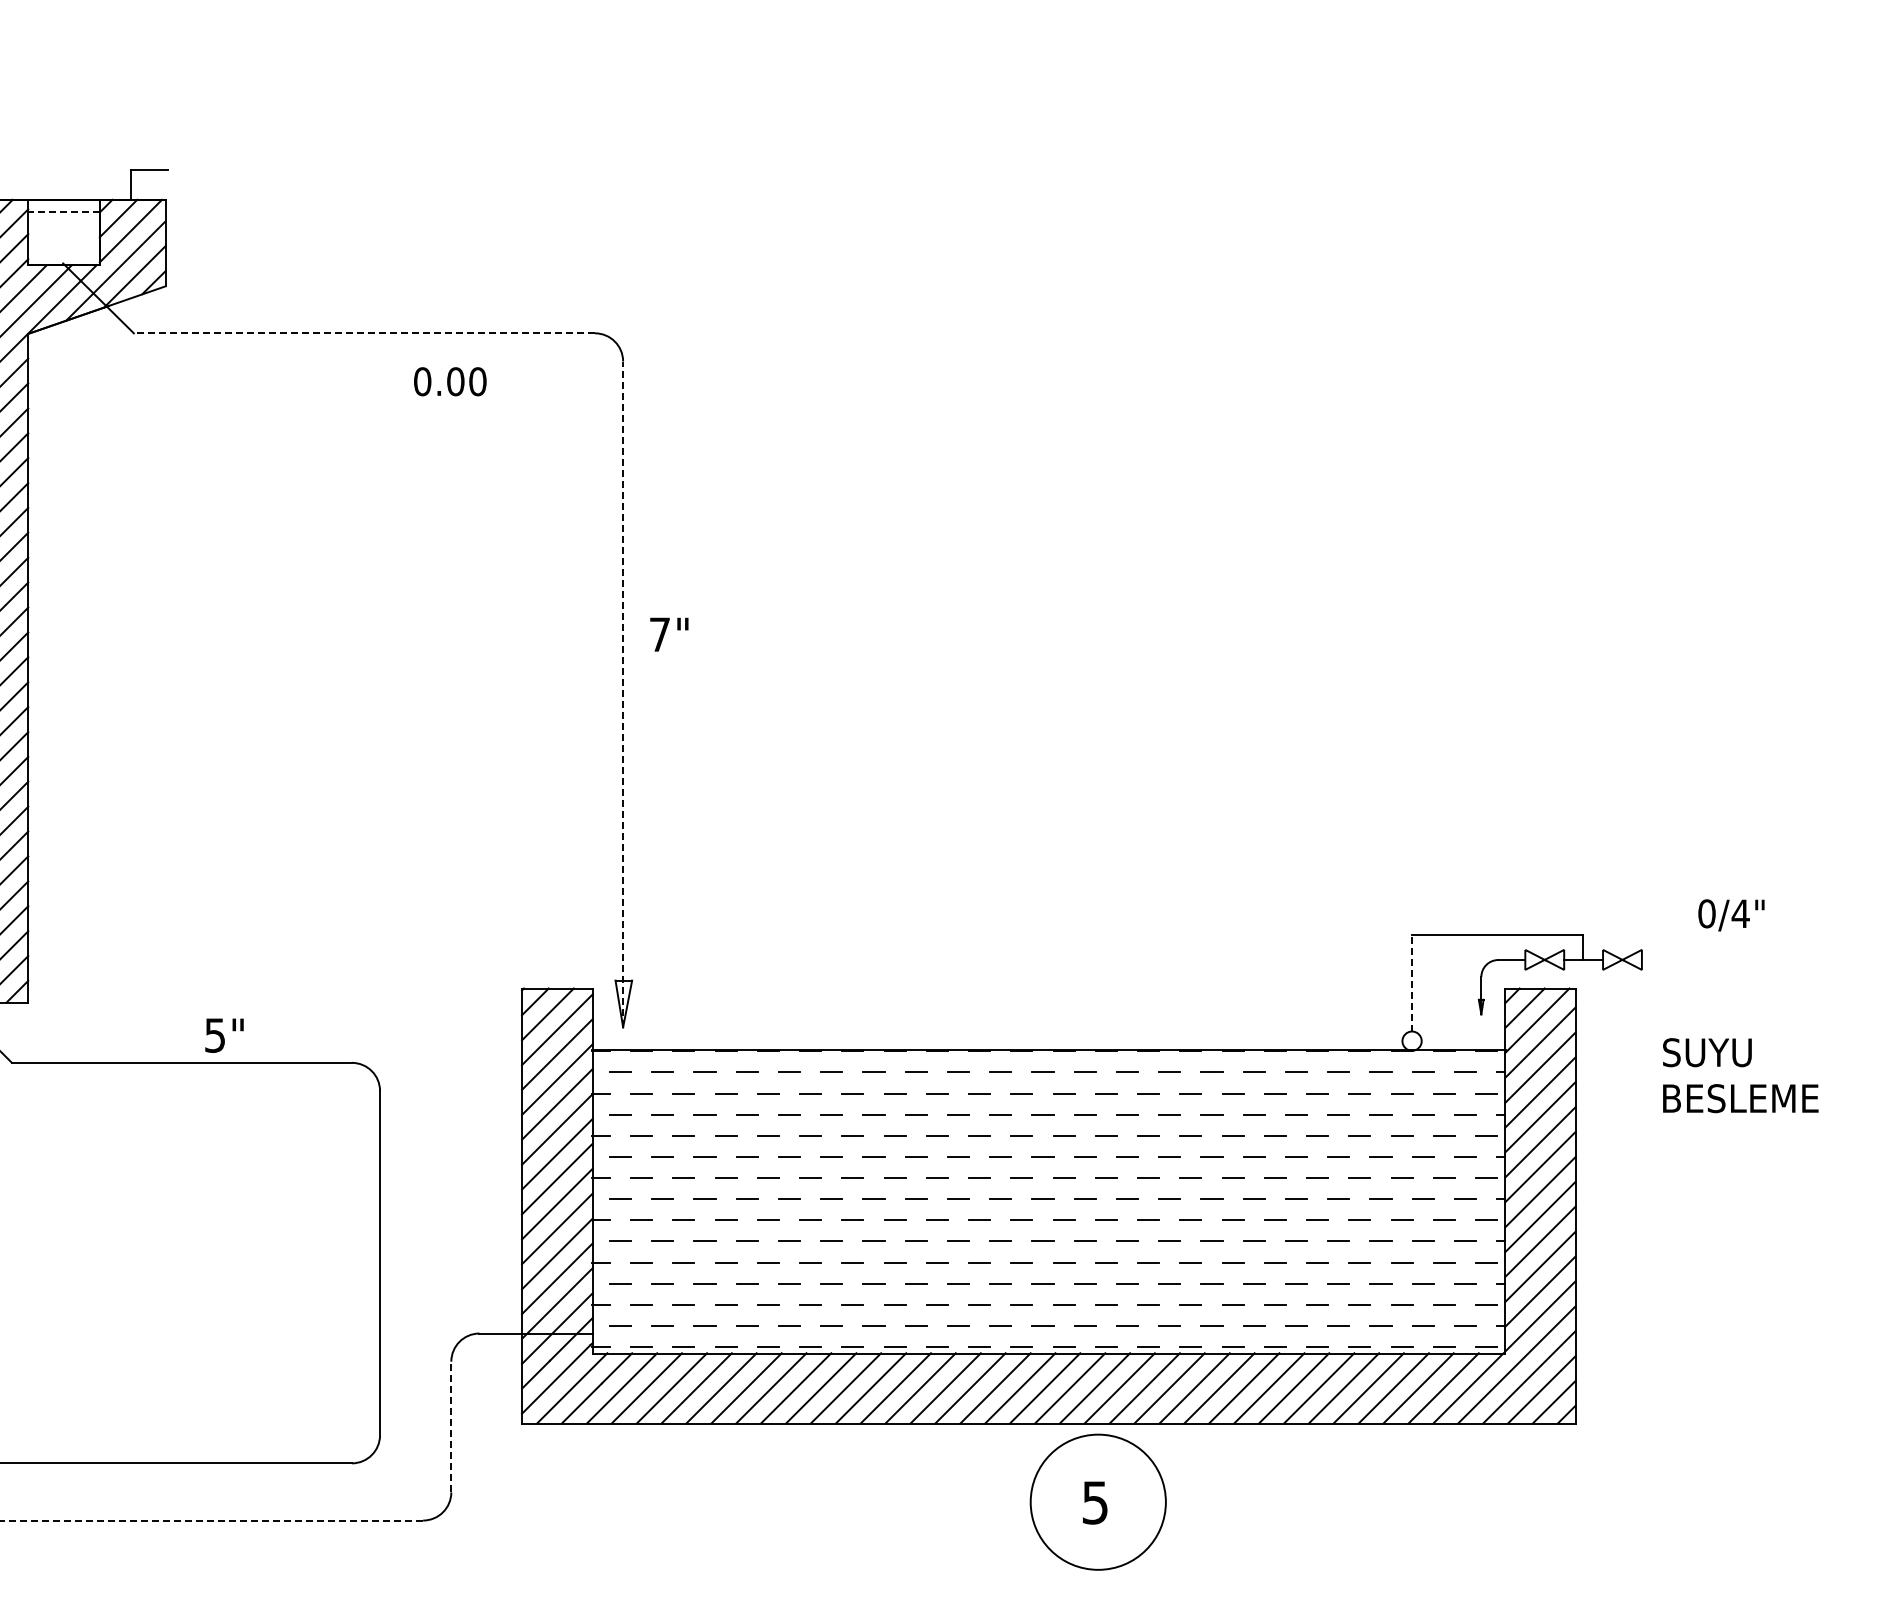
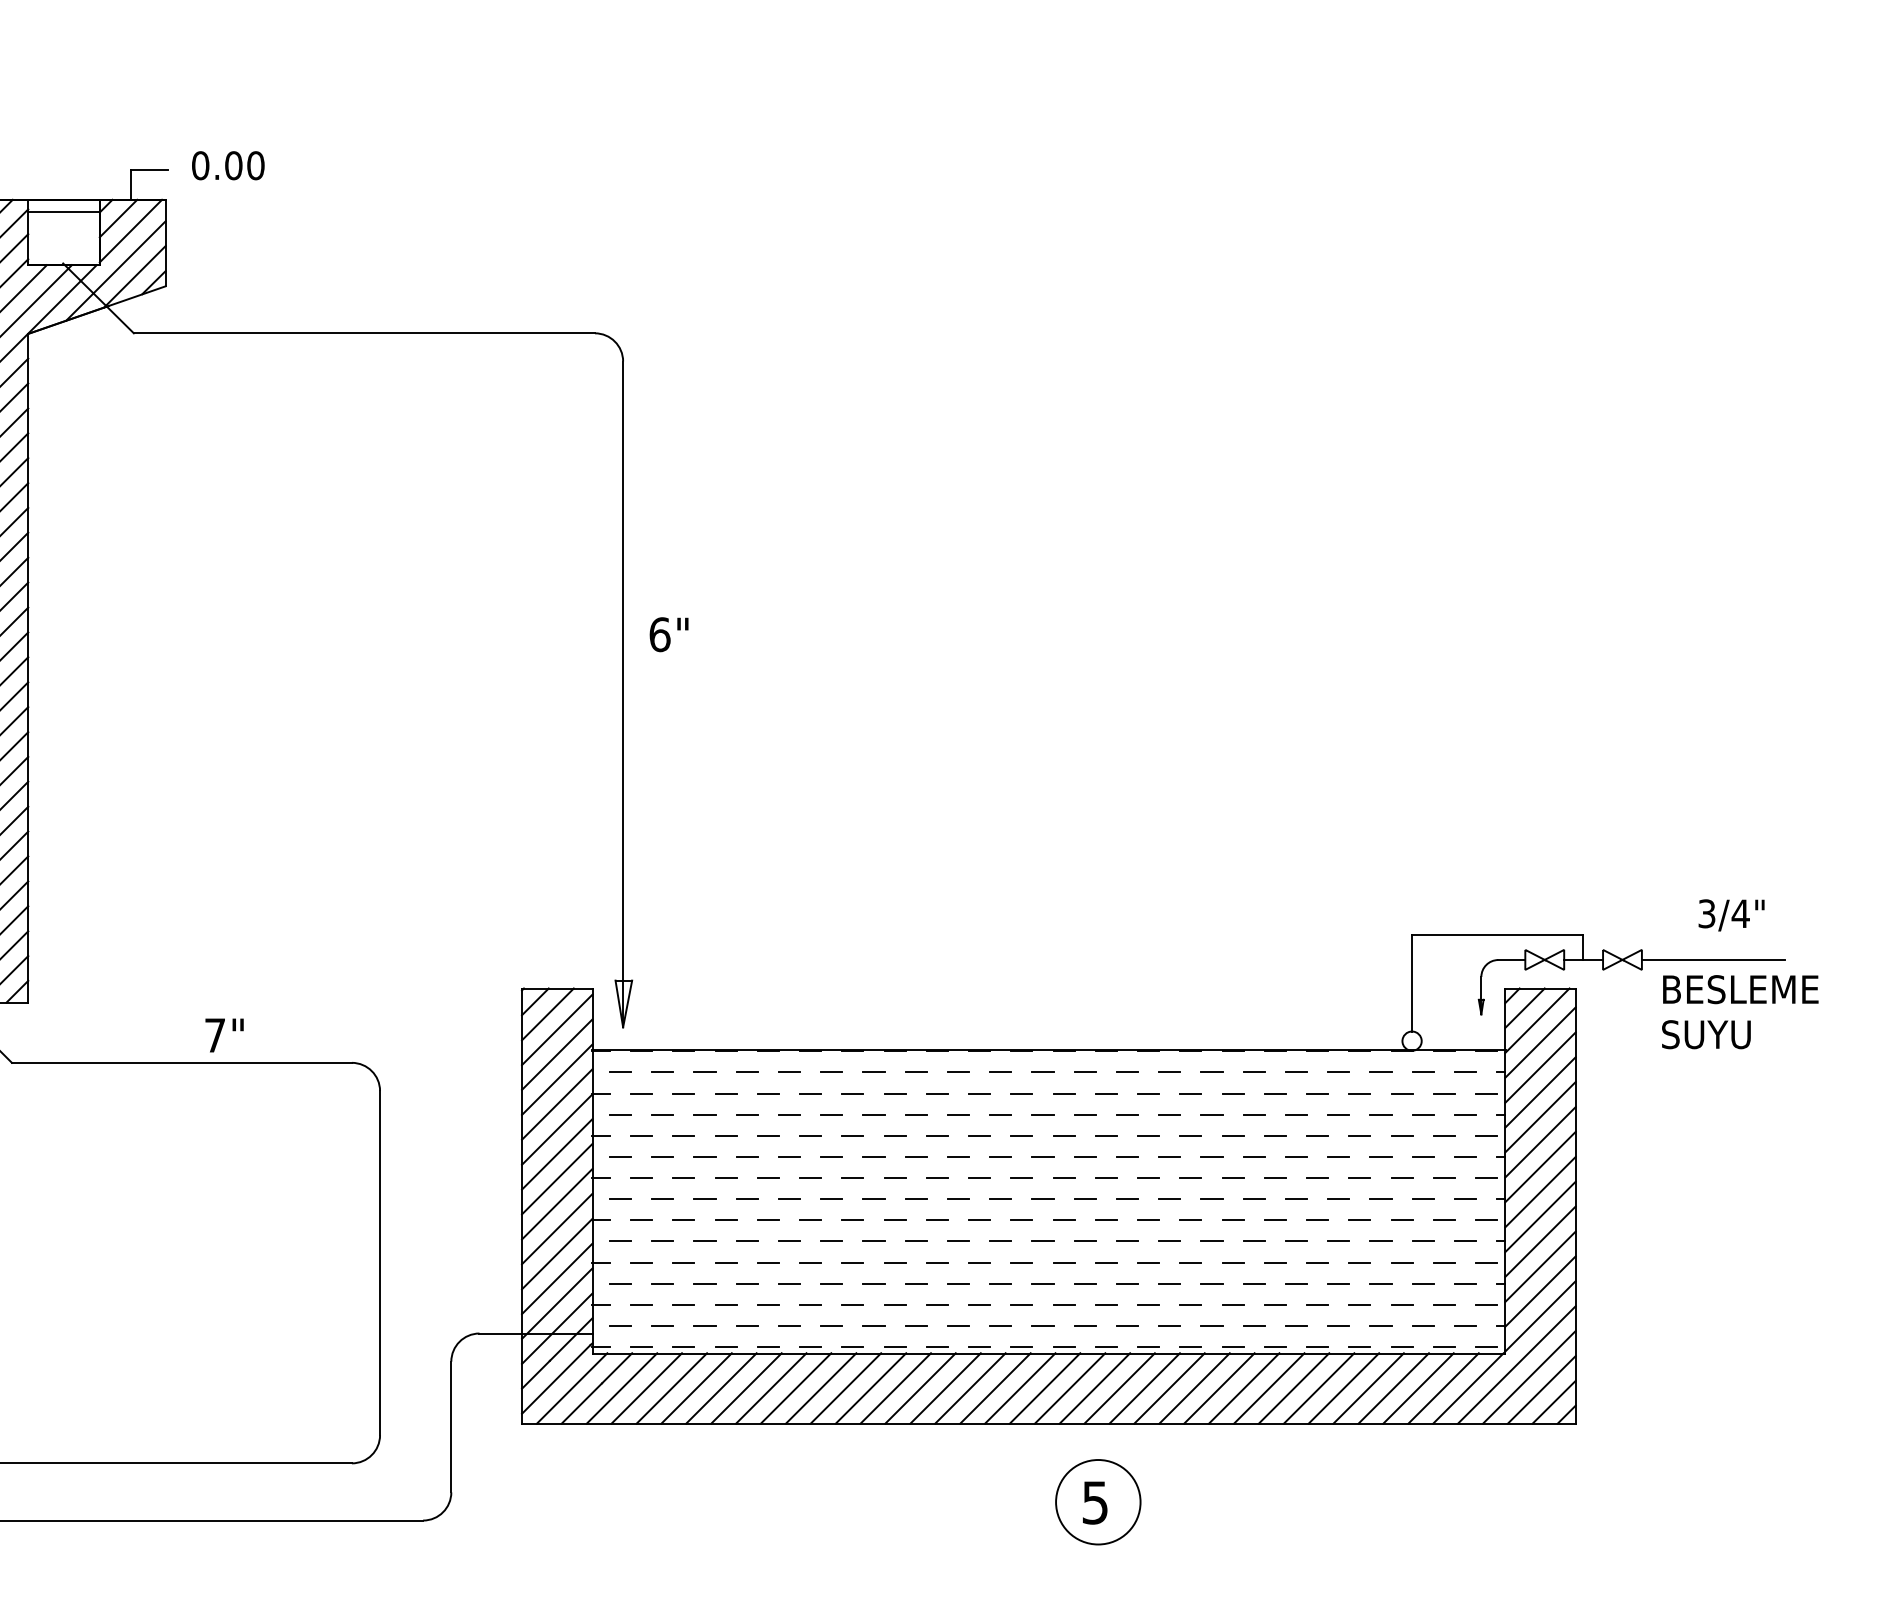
line at (64, 211): dashed -> solid
line at (364, 333): dashed -> solid
text at (450, 381) position: (450, 381) -> (228, 165)
text at (659, 634): 7" -> 6"
line at (623, 694): dashed -> solid
text at (1706, 913): 0/4" -> 3/4"
line at (1712, 960): none -> present
line at (1411, 982): dashed -> solid
text at (214, 1035): 5" -> 7"
text at (1707, 1052) position: (1707, 1052) -> (1706, 1034)
text at (1740, 1098) position: (1740, 1098) -> (1740, 989)
line at (451, 1426): dashed -> solid
circle at (1097, 1501) diameter: 135 px -> 84 px
line at (211, 1520): dashed -> solid
